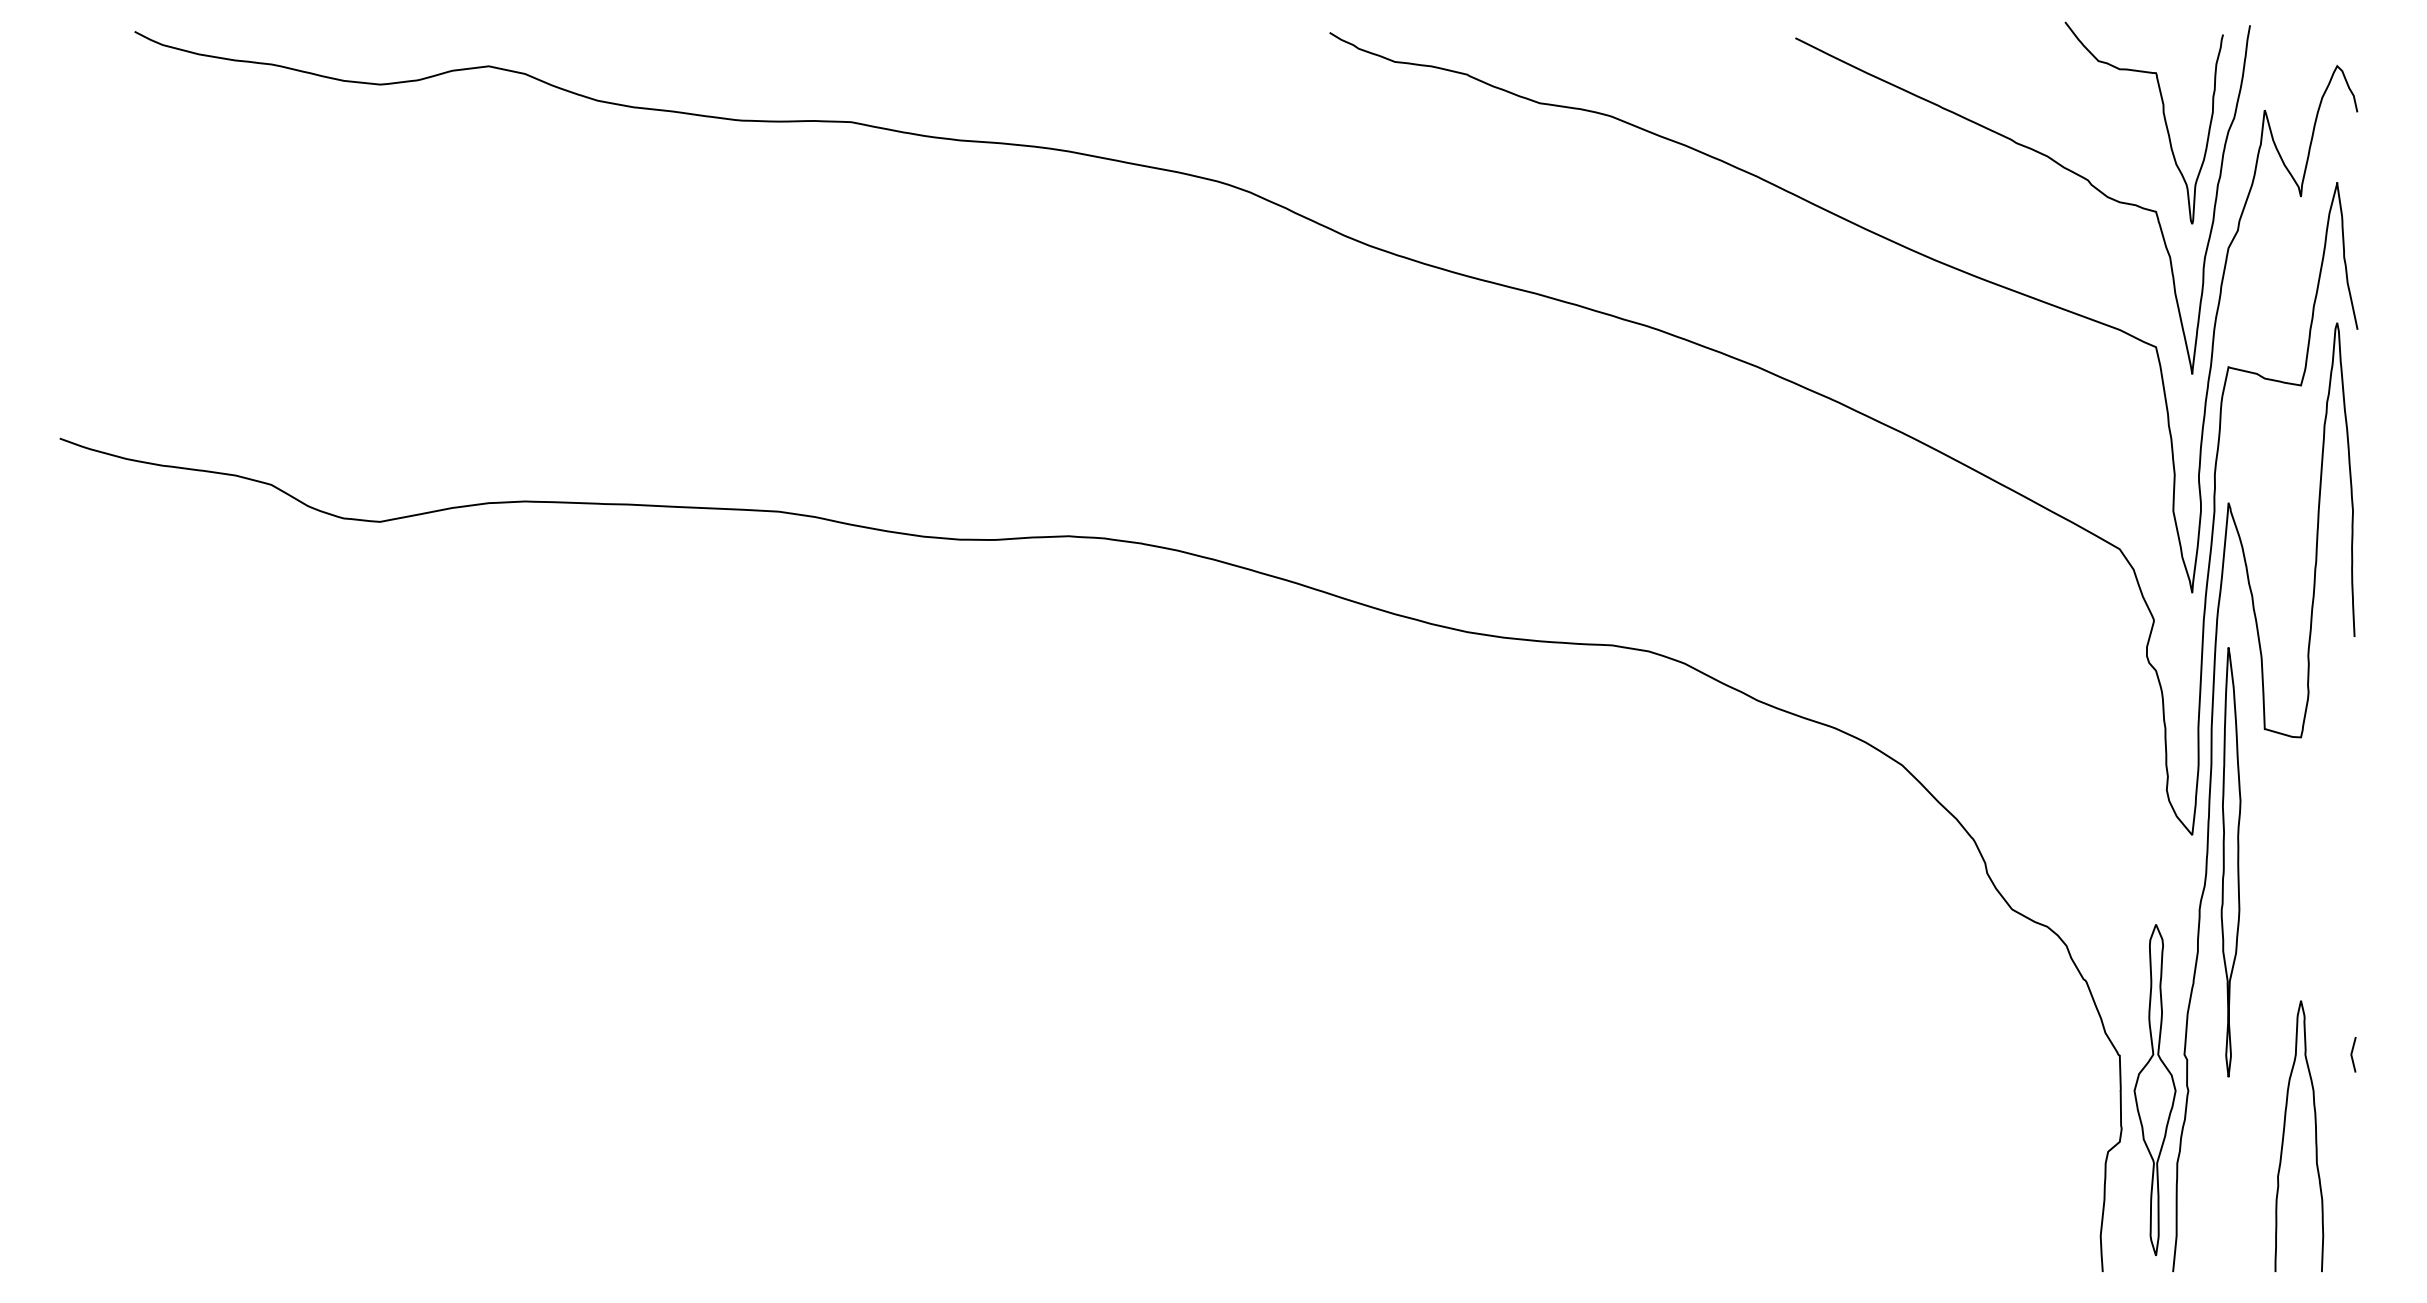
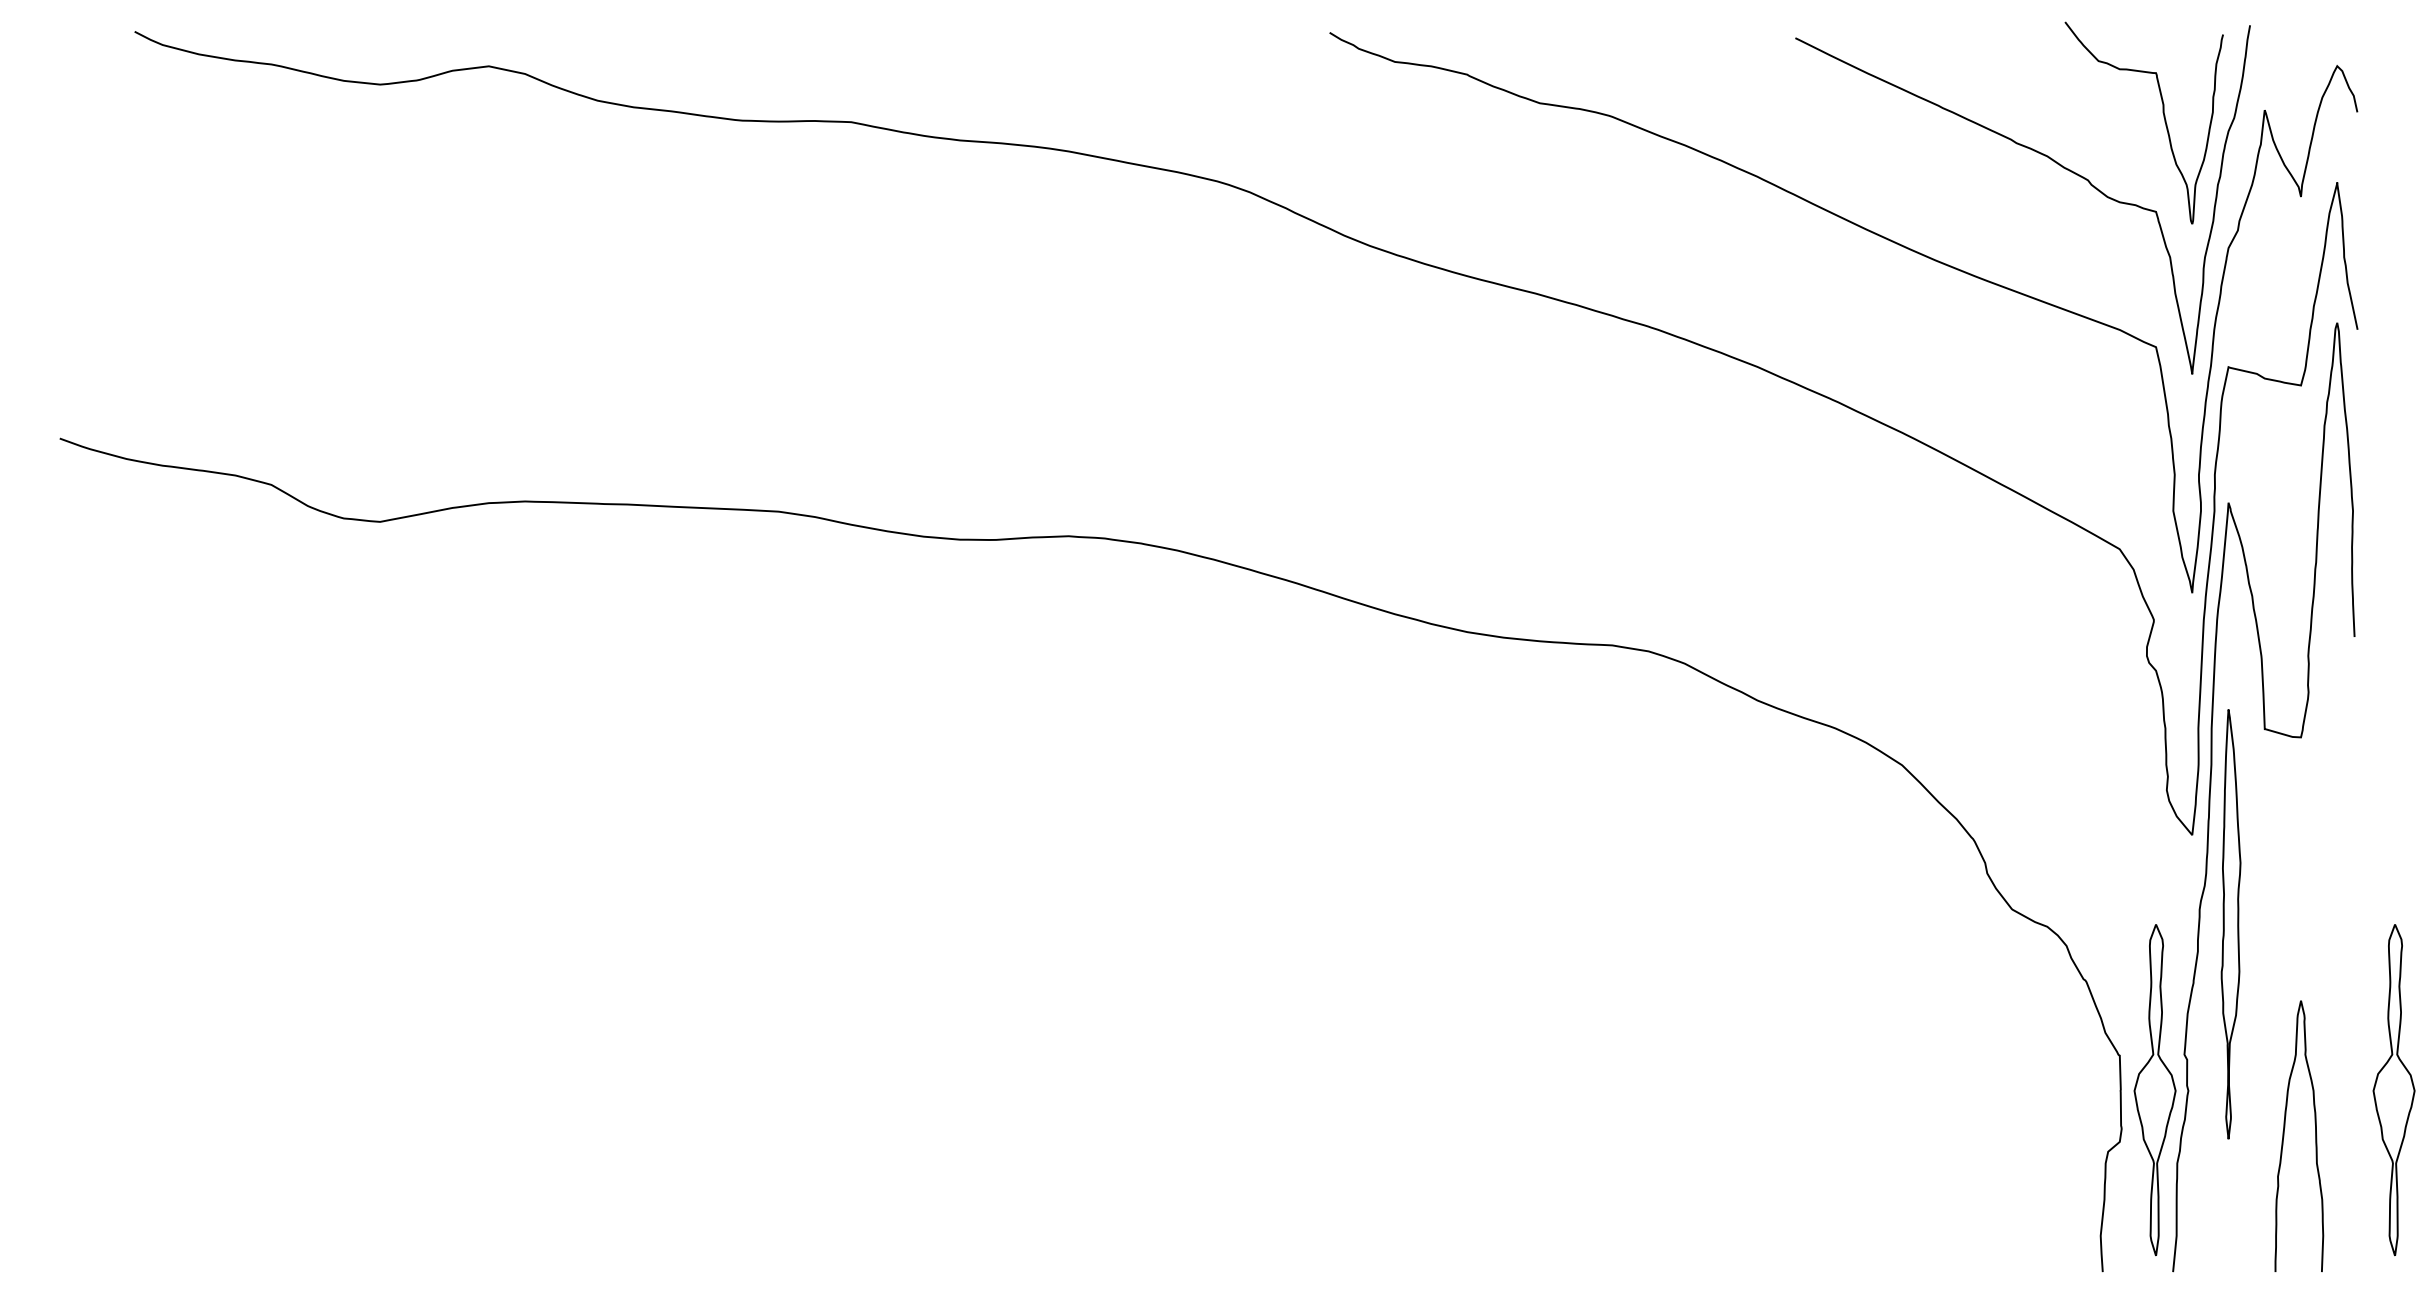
part at (2230, 862) position: (2230, 862) -> (2230, 924)
line at (2352, 1054): present -> none
part at (2393, 1090): none -> present
